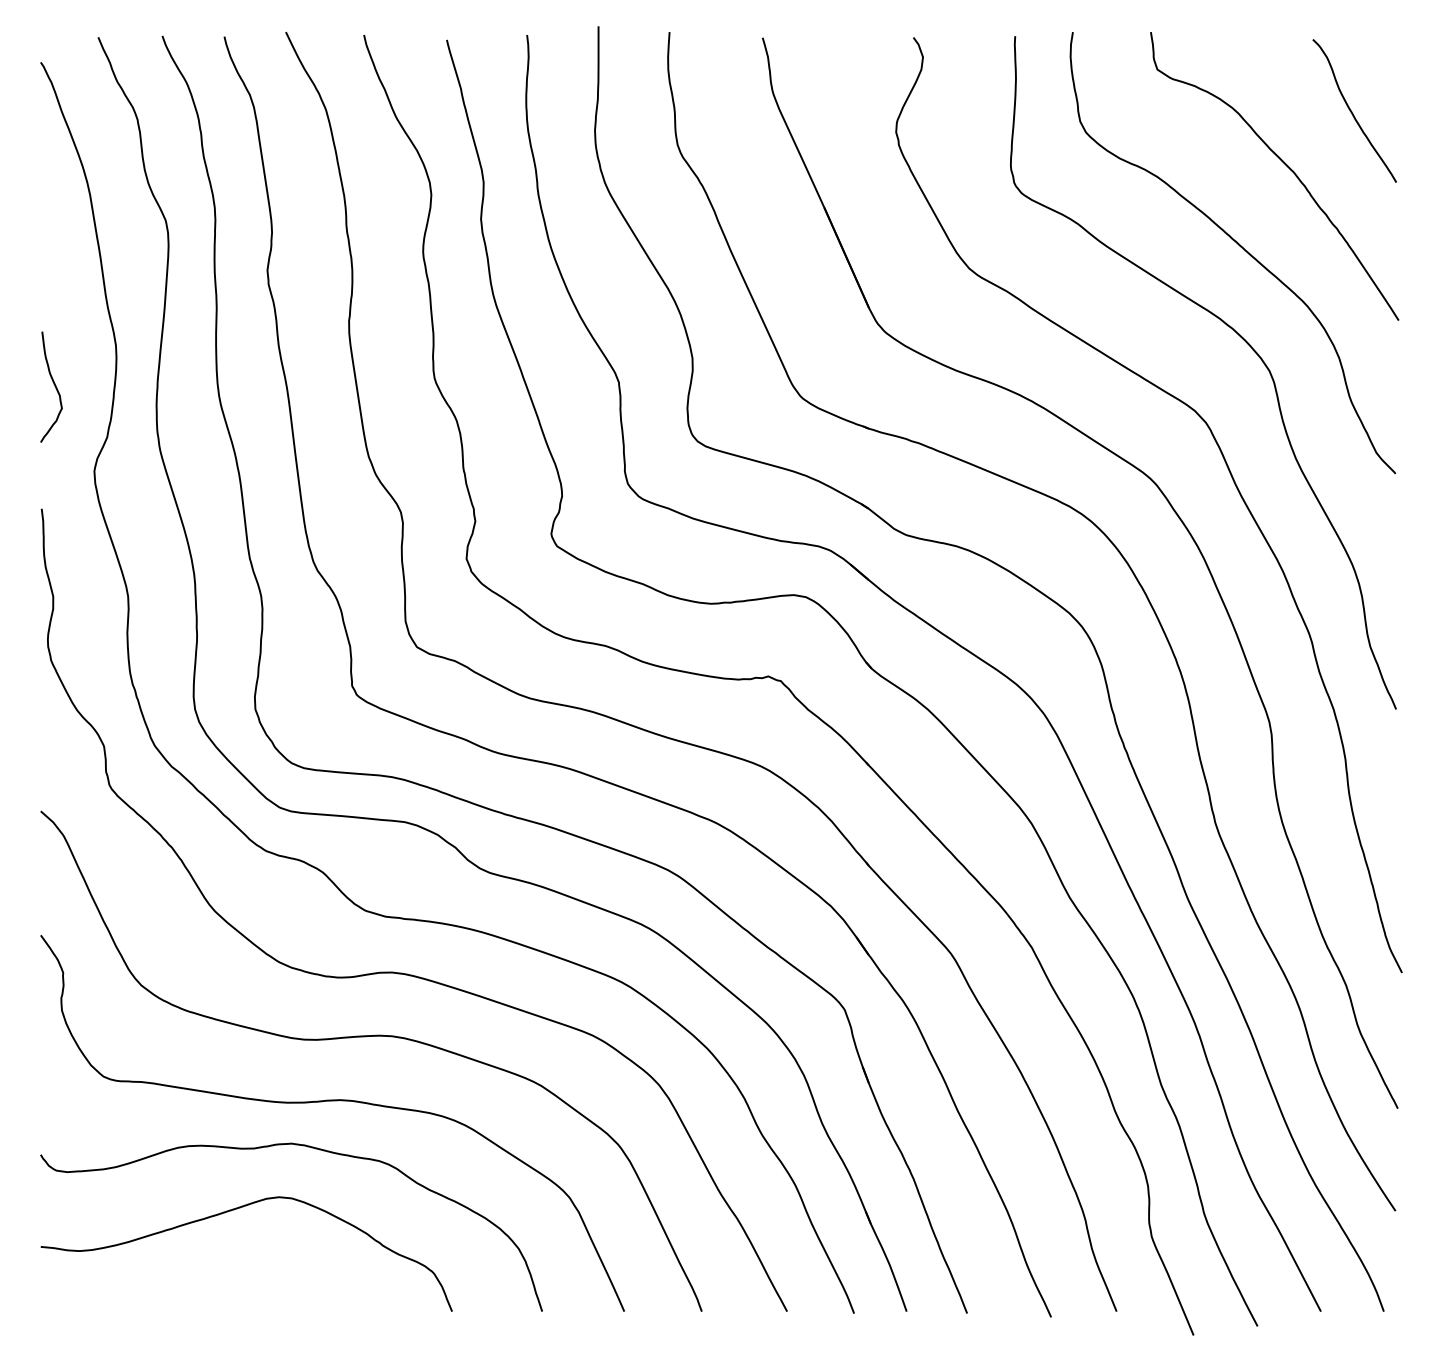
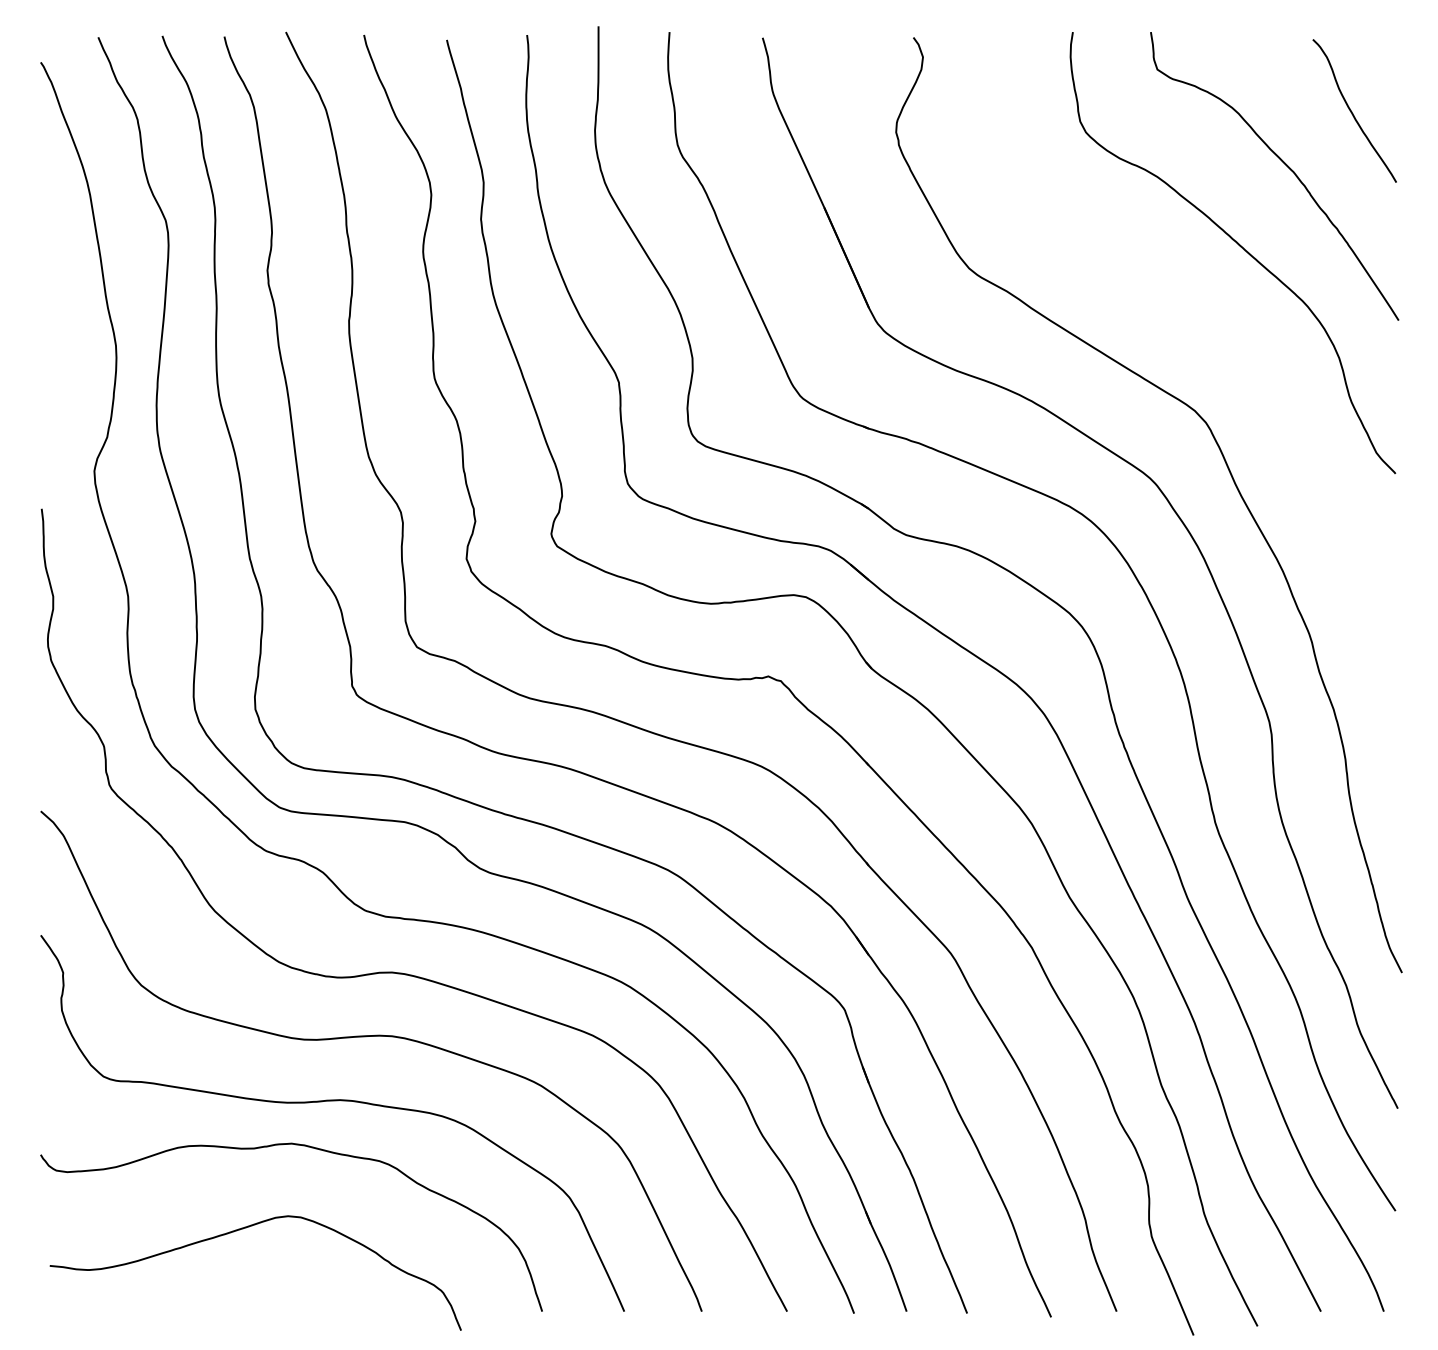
curve at (1239, 336): present -> none
curve at (53, 384): present -> none
curve at (231, 1211) position: (231, 1211) -> (240, 1230)
